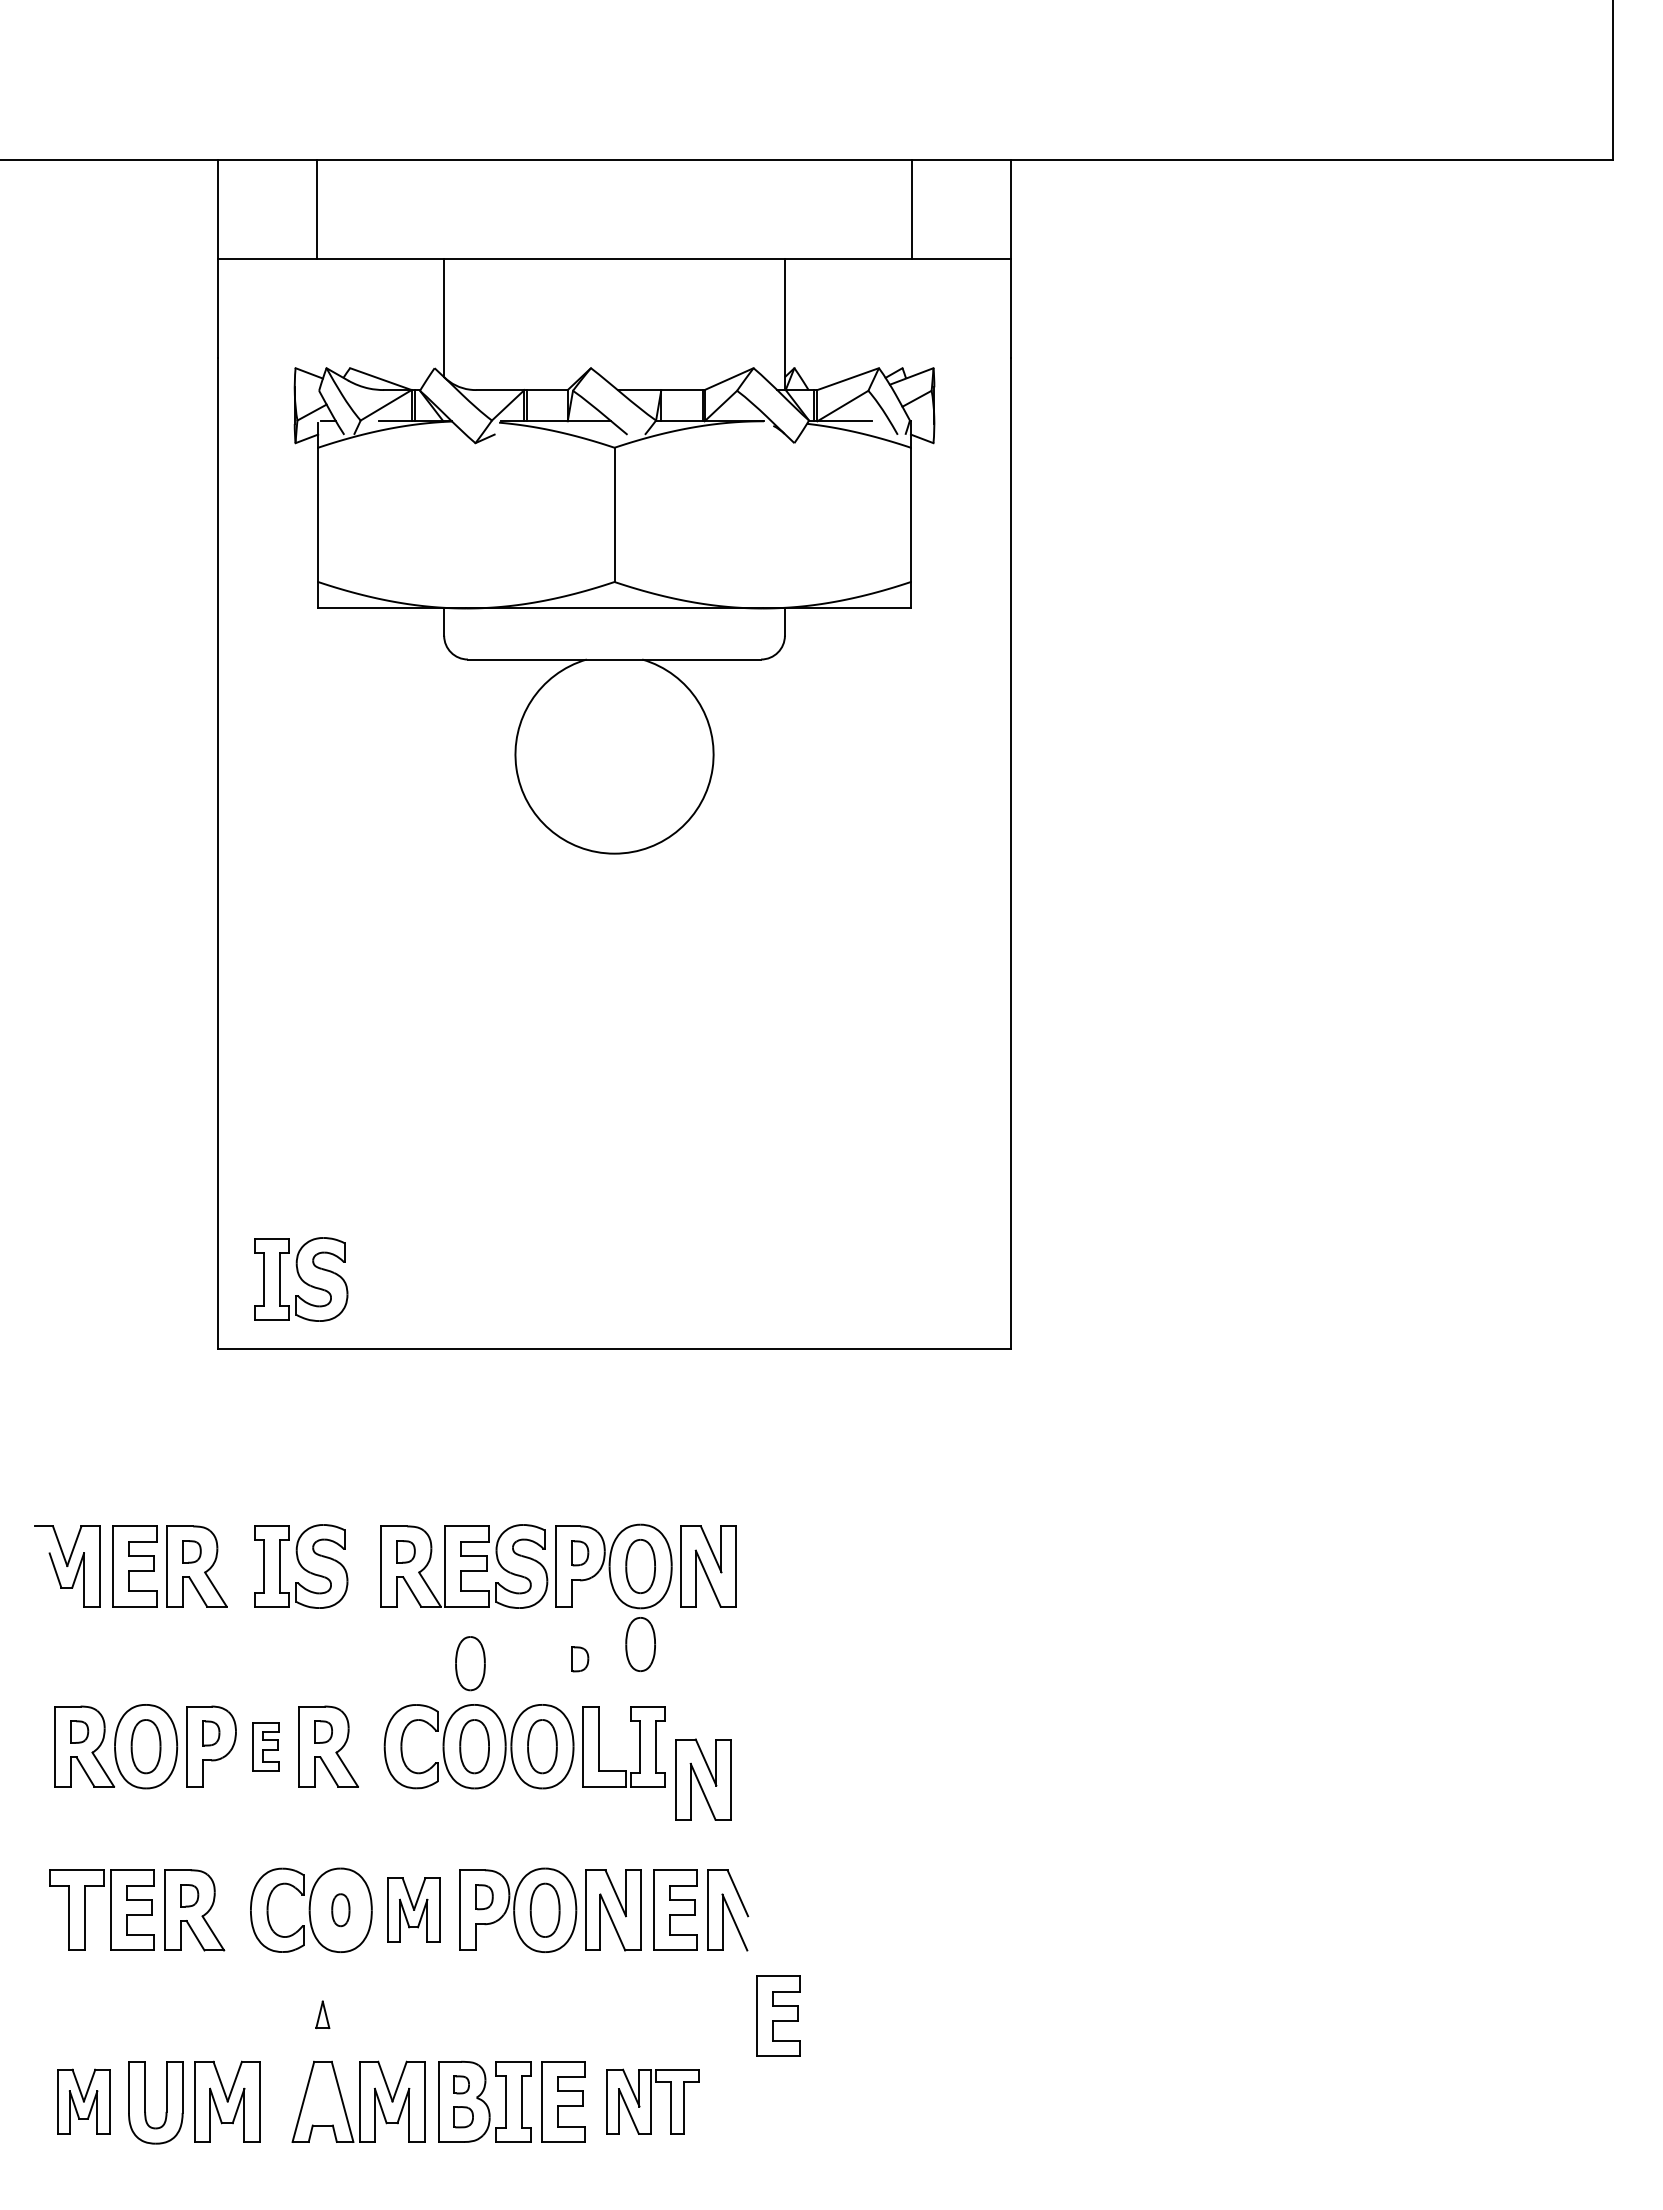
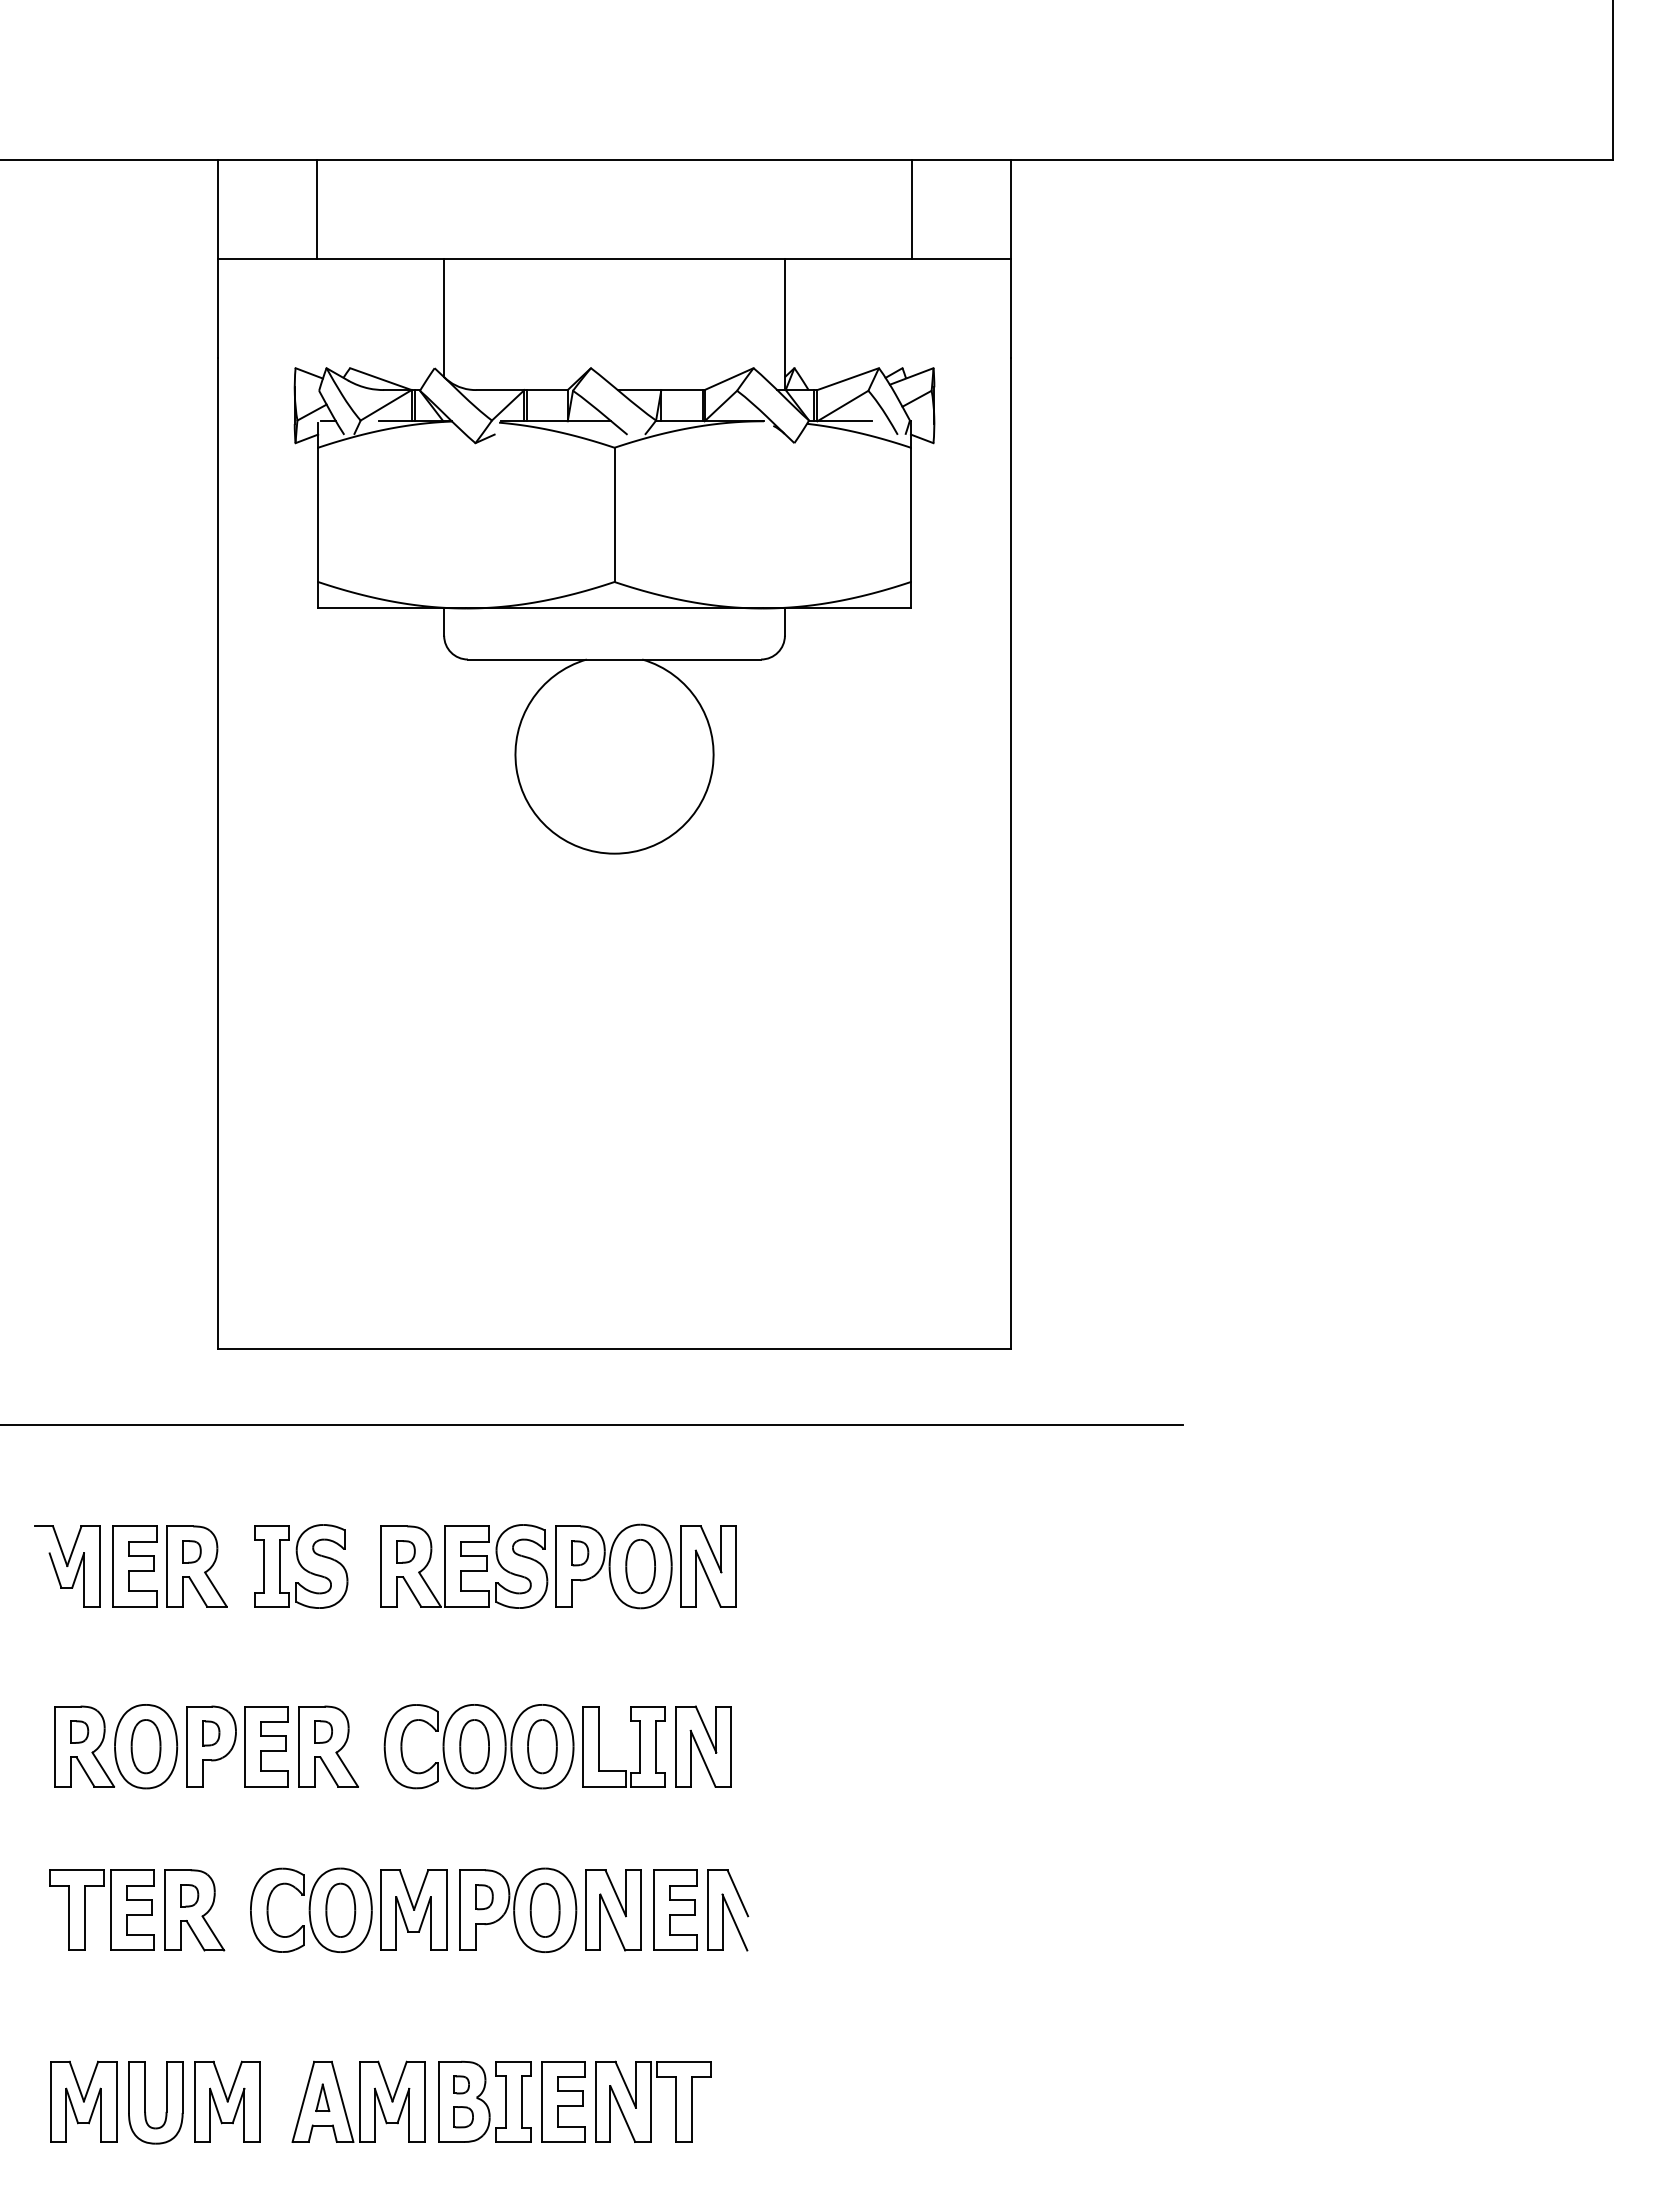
part at (301, 1279): present -> none
line at (592, 1424): none -> present
part at (640, 1644): present -> none
part at (580, 1659): present -> none
part at (470, 1663): present -> none
part at (265, 1746) size: 28x50 px -> 45x82 px
part at (703, 1779) position: (703, 1779) -> (703, 1746)
part at (413, 1909) size: 54x66 px -> 68x82 px
part at (340, 1910) size: 20x35 px -> 32x56 px
part at (322, 2014) position: (322, 2014) -> (322, 2097)
part at (778, 2015): present -> none
part at (83, 2101) size: 54x67 px -> 68x83 px
part at (652, 2101) size: 94x67 px -> 117x83 px
